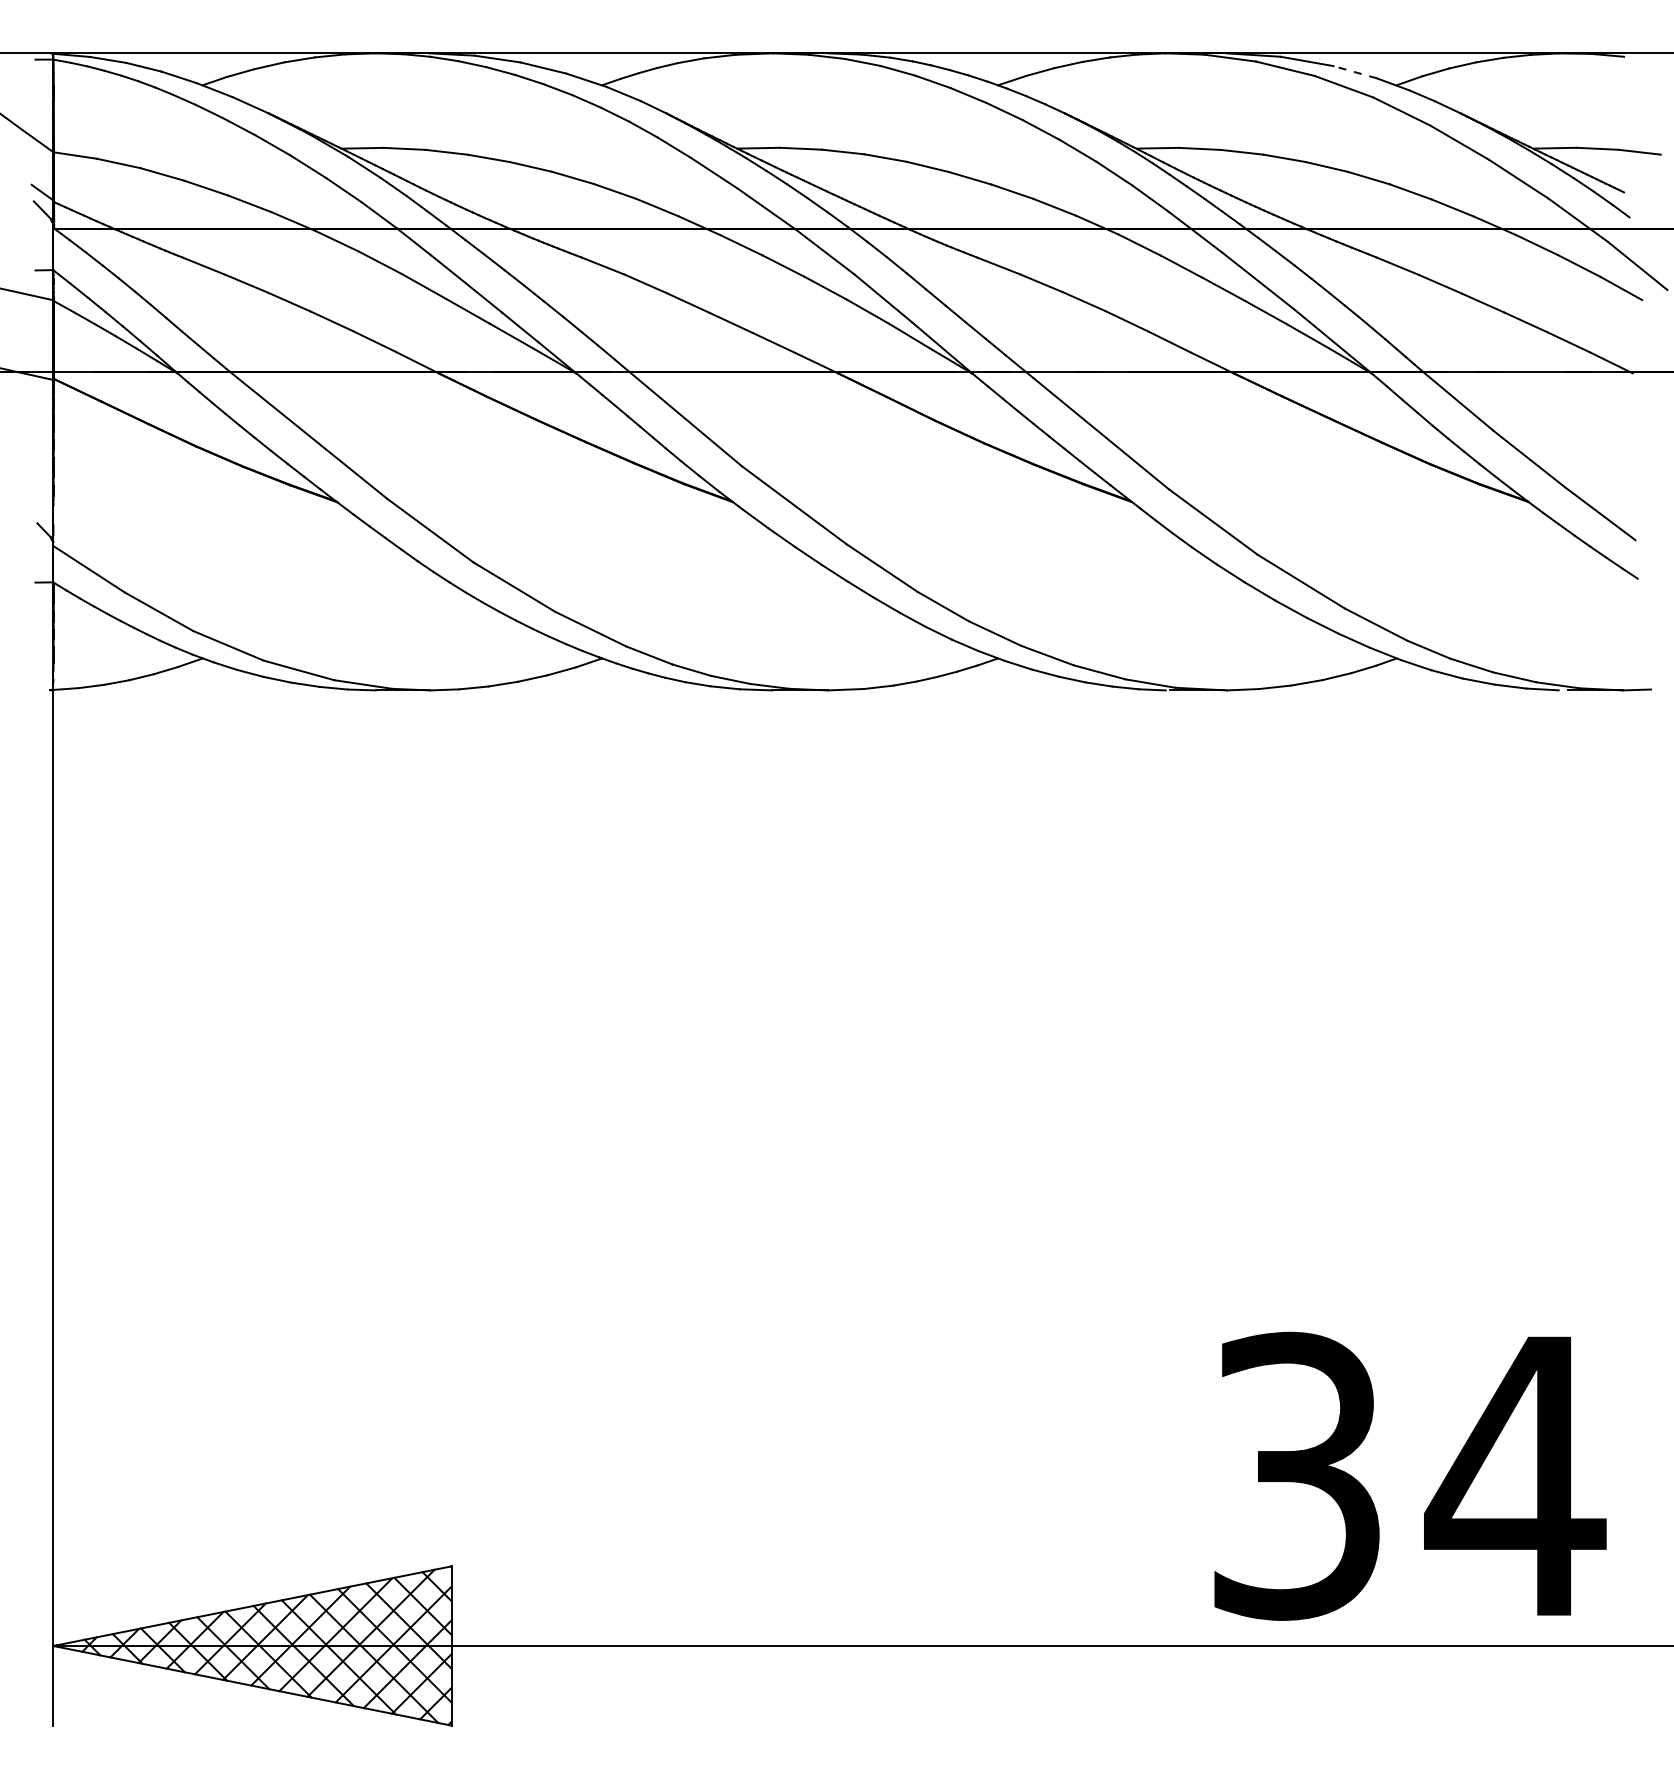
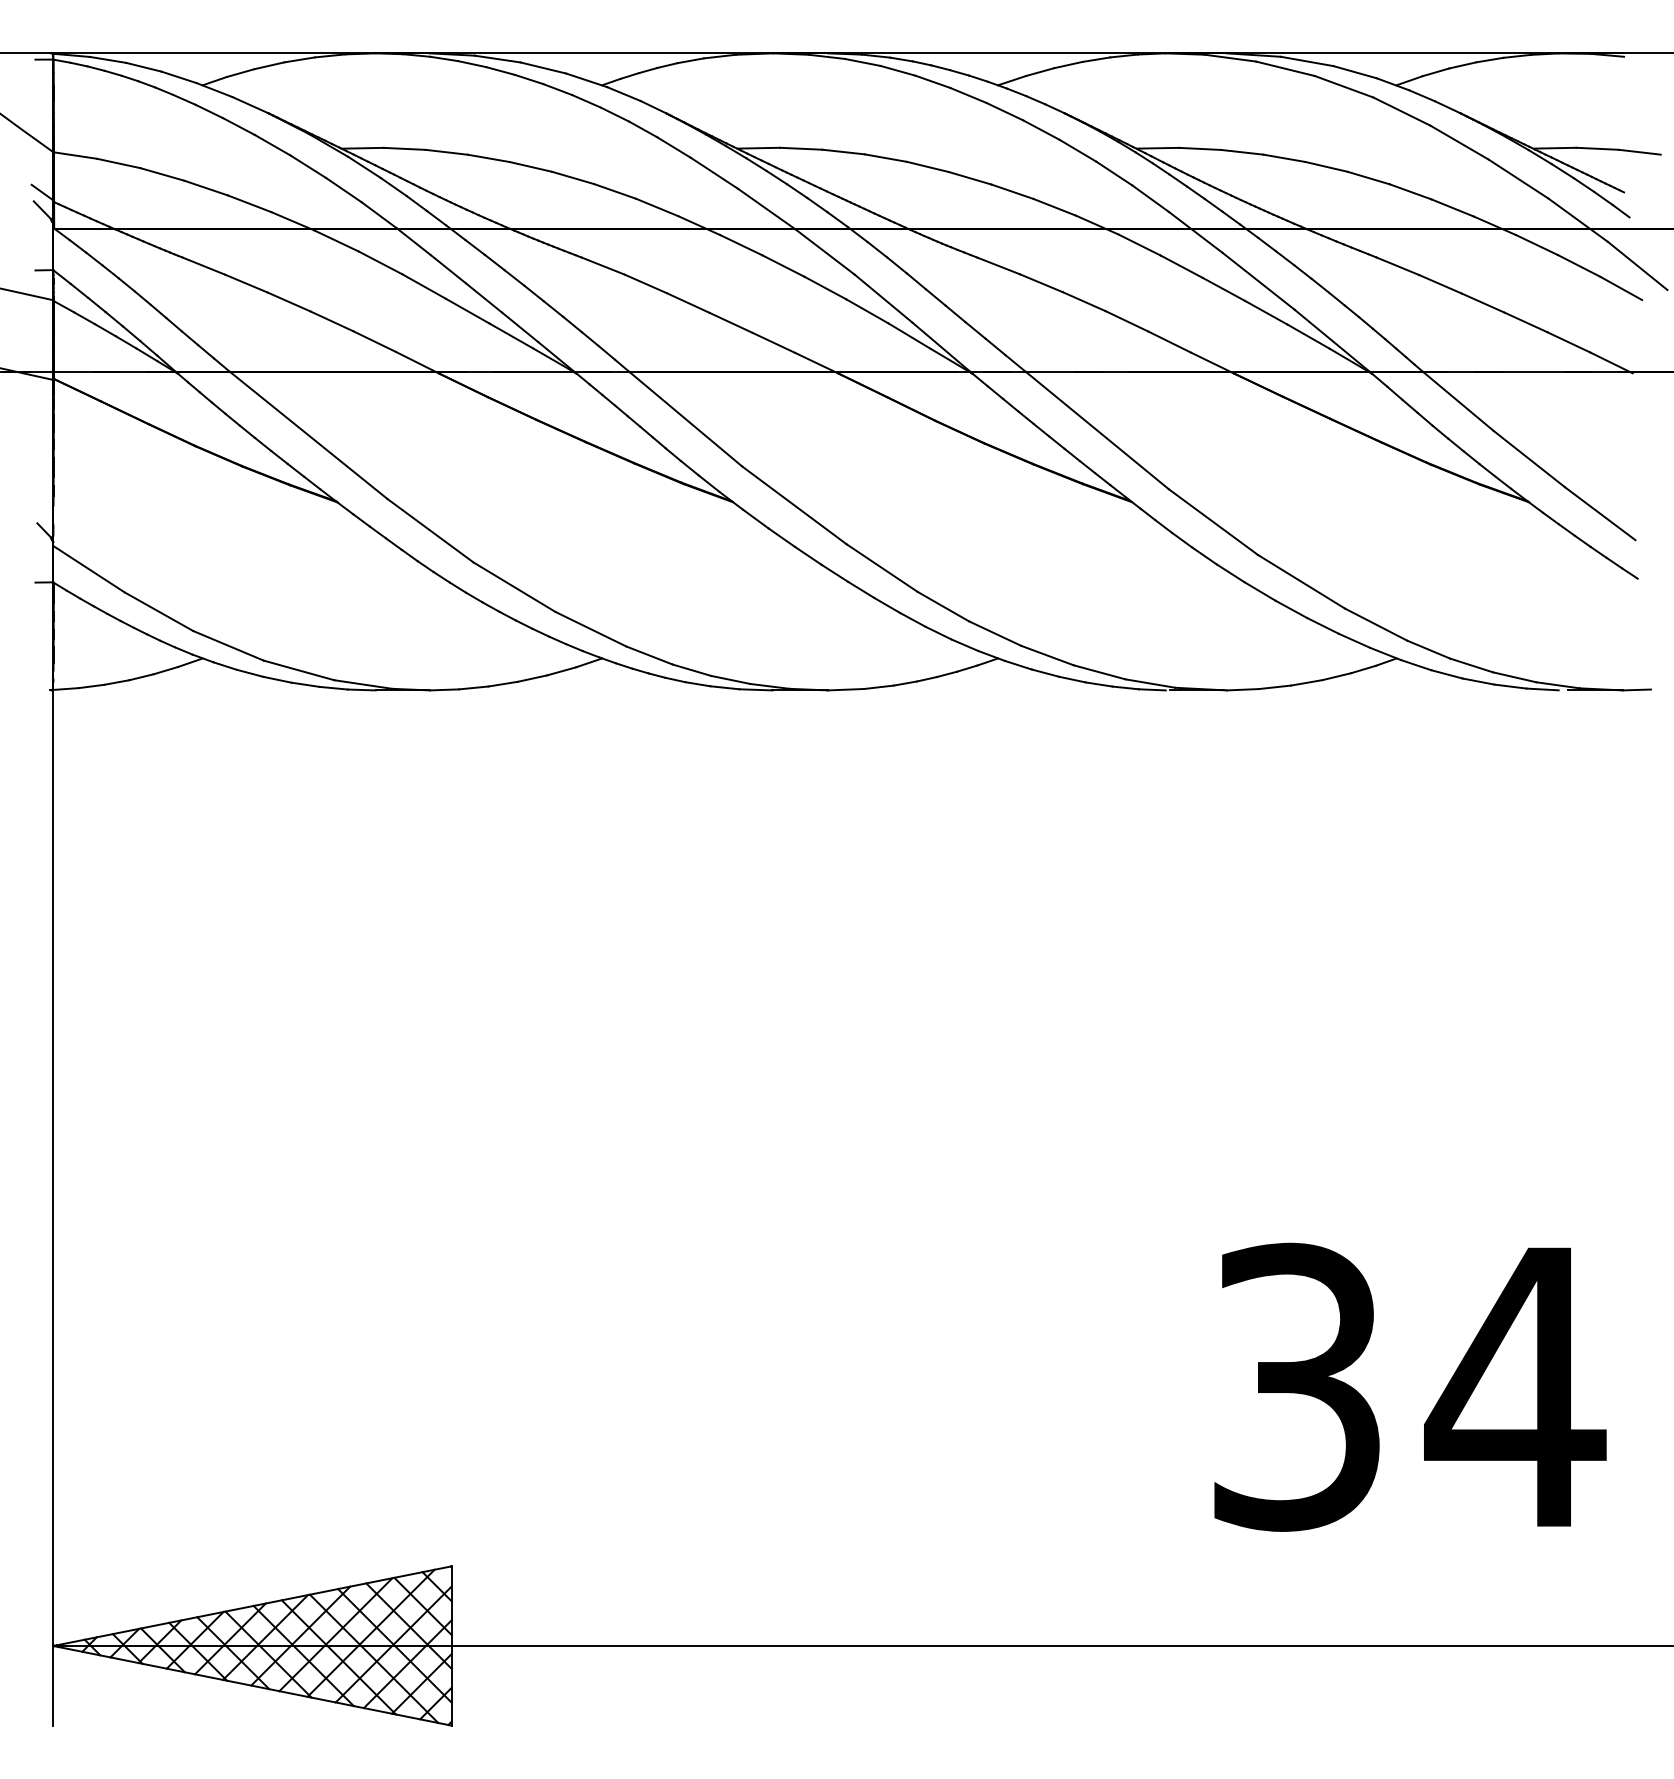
line at (1355, 72): dashed -> solid
text at (1410, 1475) position: (1410, 1475) -> (1410, 1386)
